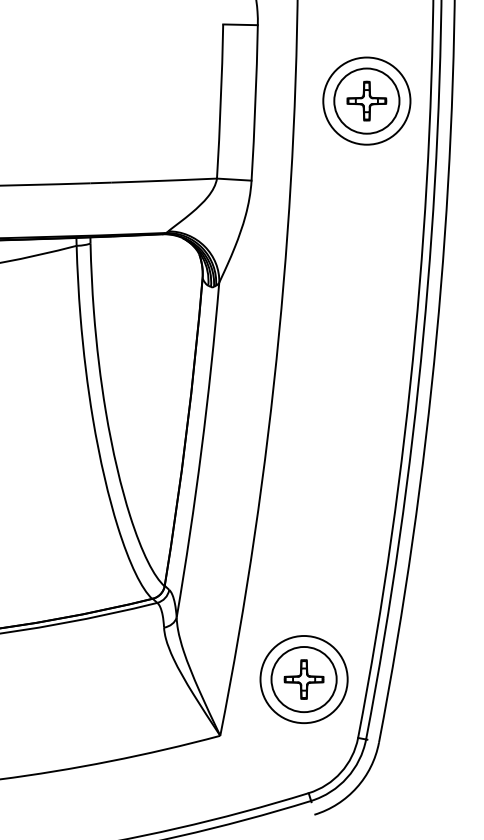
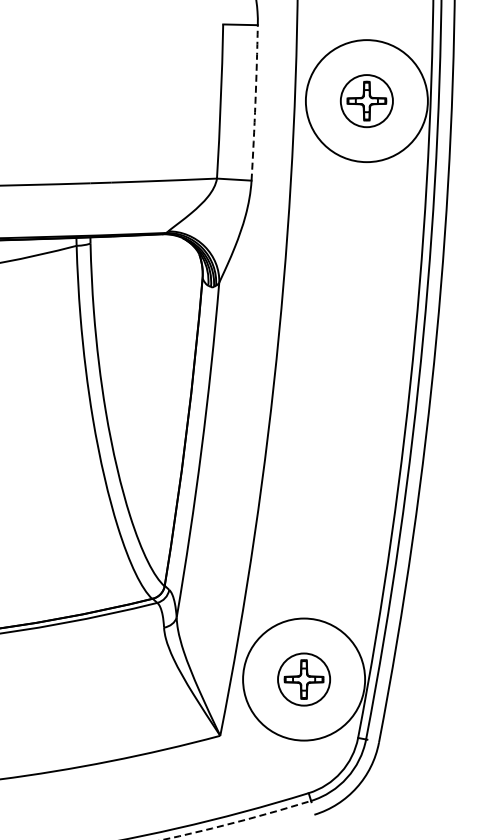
circle at (366, 100) diameter: 65 px -> 52 px
circle at (366, 100) diameter: 87 px -> 122 px
arc at (255, 102): solid -> dashed
circle at (303, 679) diameter: 65 px -> 52 px
circle at (303, 679) diameter: 87 px -> 122 px
arc at (237, 821): solid -> dashed
